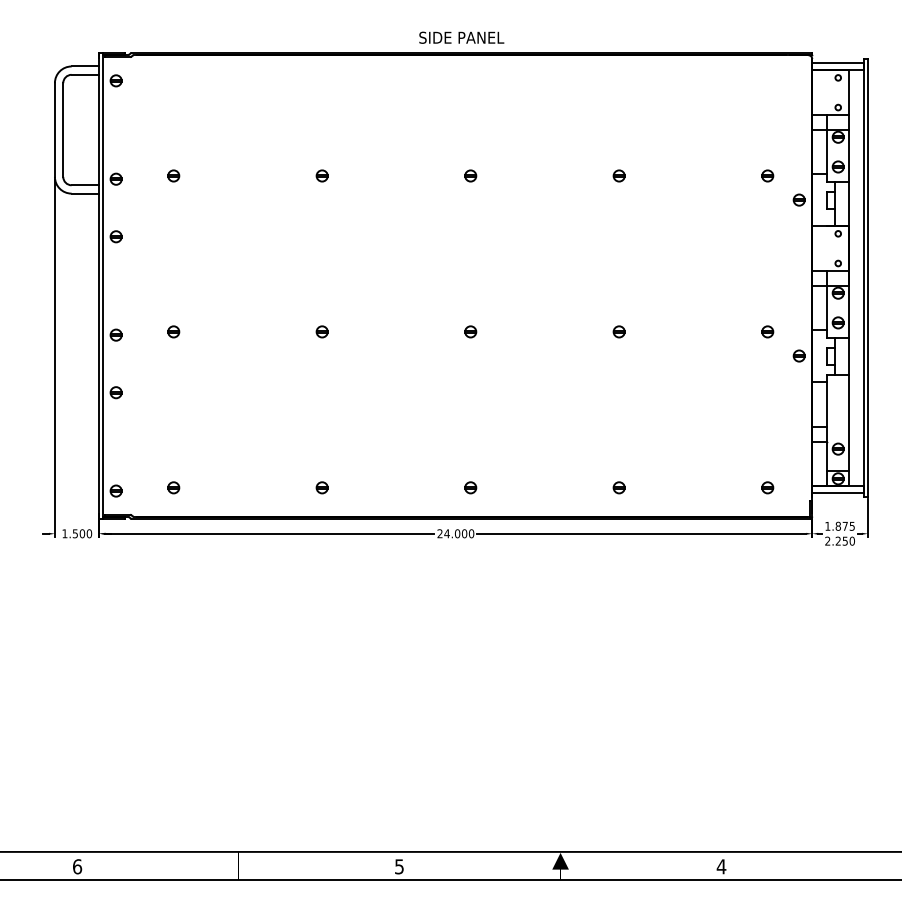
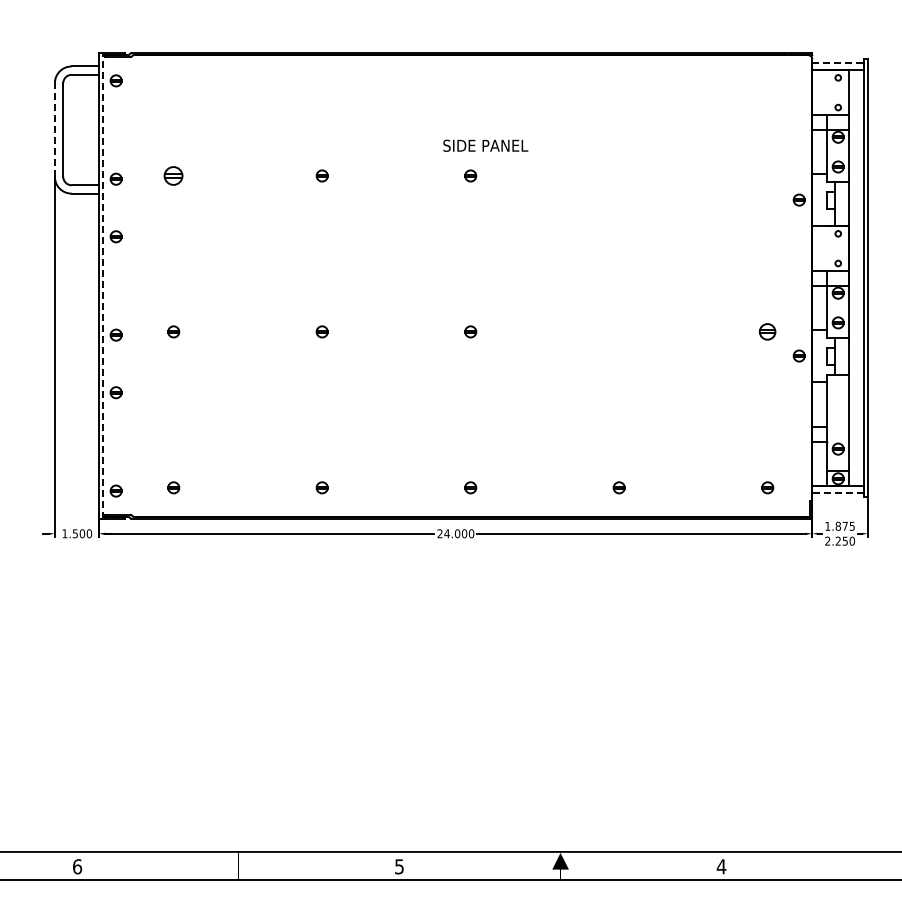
text at (461, 37) position: (461, 37) -> (485, 145)
line at (838, 62): solid -> dashed
line at (54, 130): solid -> dashed
part at (173, 175) size: 14x14 px -> 21x20 px
part at (618, 175): present -> none
part at (767, 175): present -> none
line at (103, 285): solid -> dashed
part at (618, 331): present -> none
part at (767, 331) size: 14x14 px -> 19x18 px
line at (838, 493): solid -> dashed
